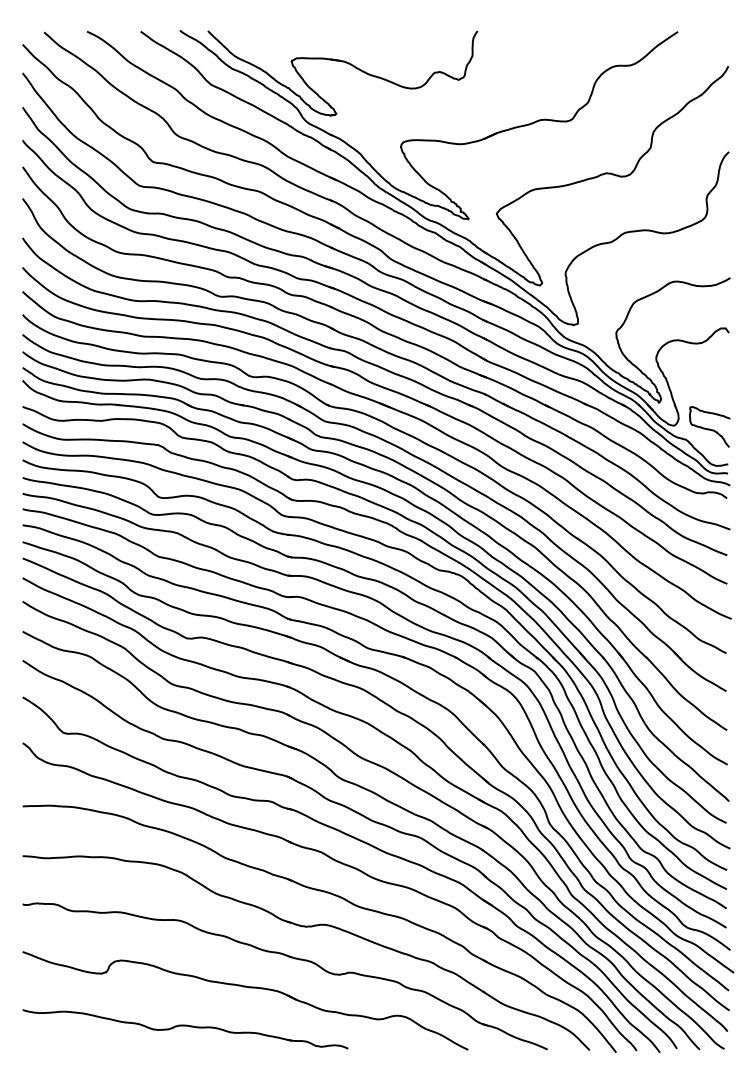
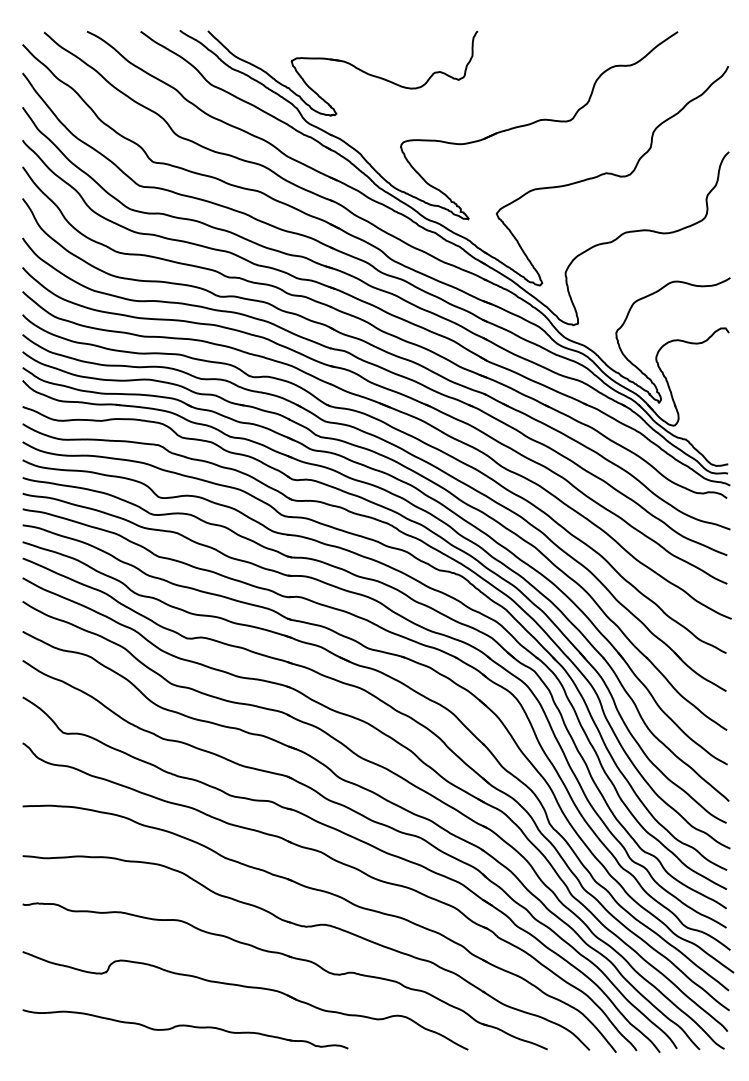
curve at (709, 428): present -> none
